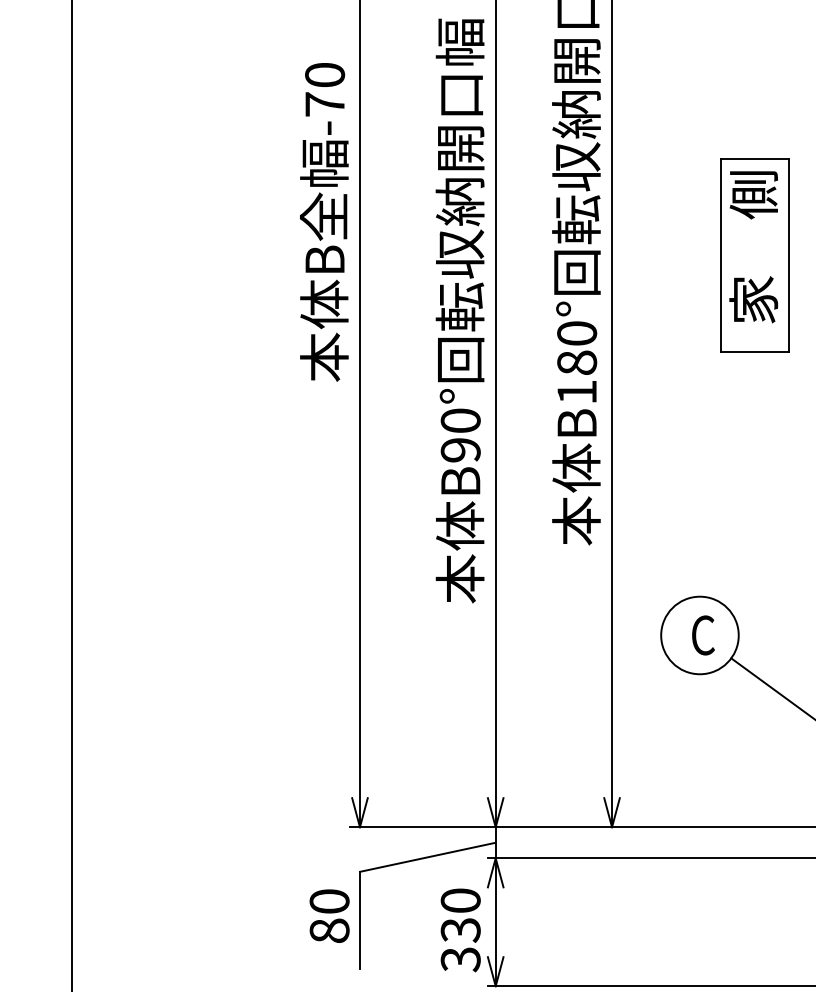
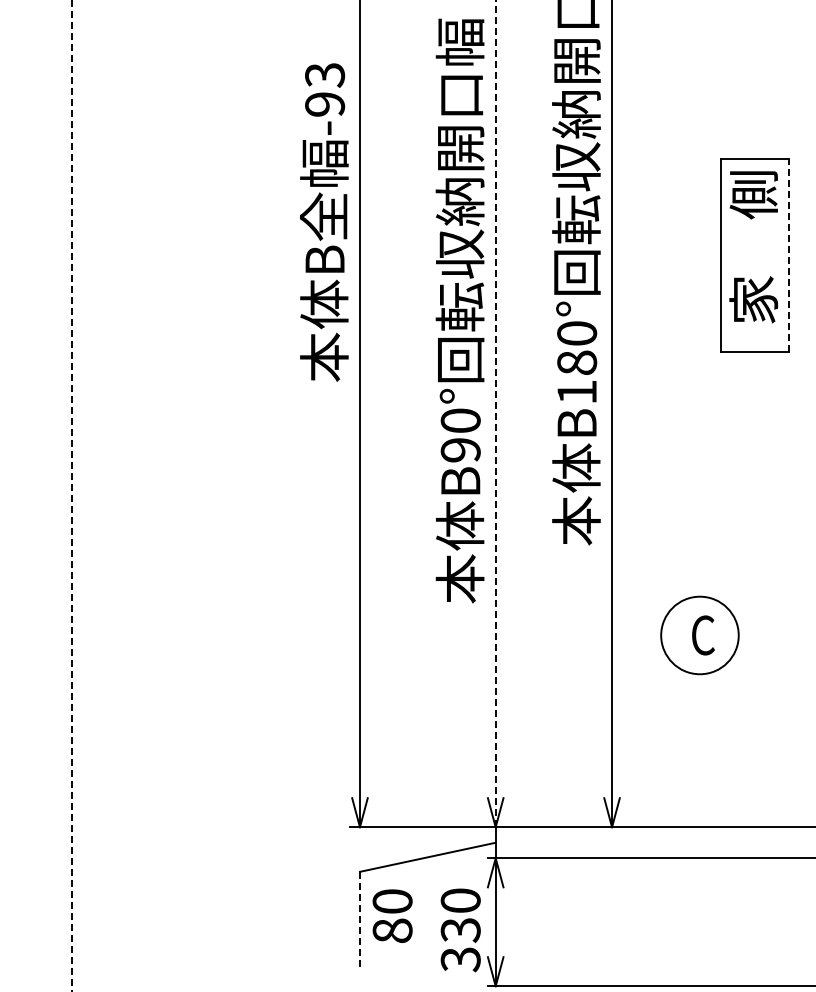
text at (325, 89): -70 -> -93
line at (788, 255): solid -> dashed
line at (495, 413): solid -> dashed
line at (72, 495): solid -> dashed
line at (771, 687): present -> none
text at (329, 915) position: (329, 915) -> (392, 915)
line at (359, 920): solid -> dashed
